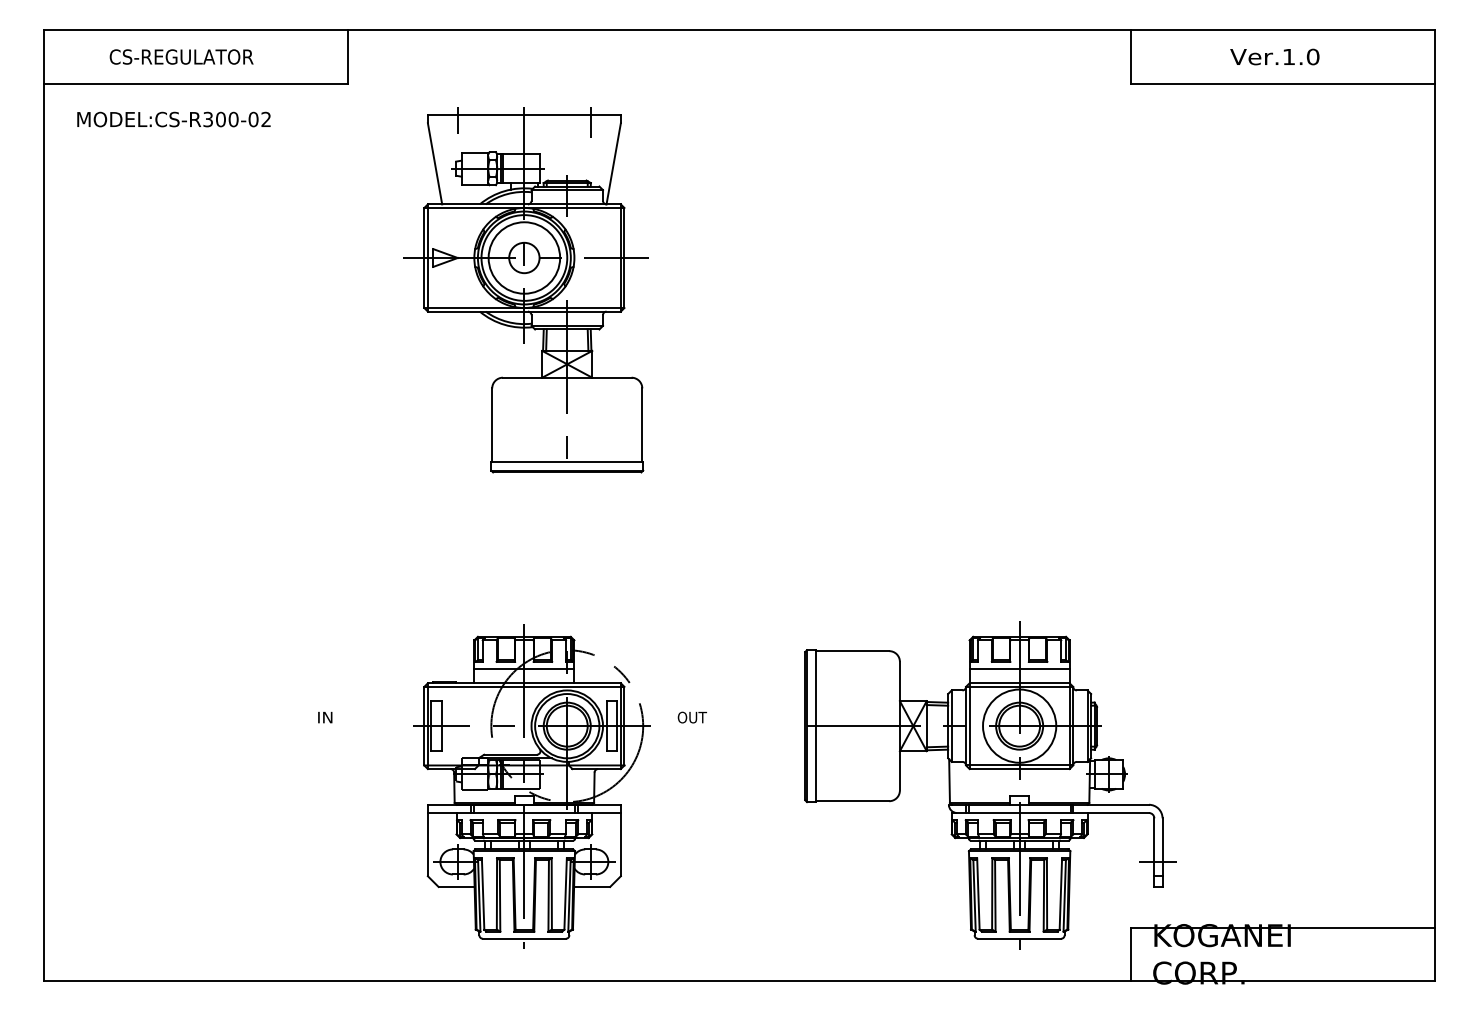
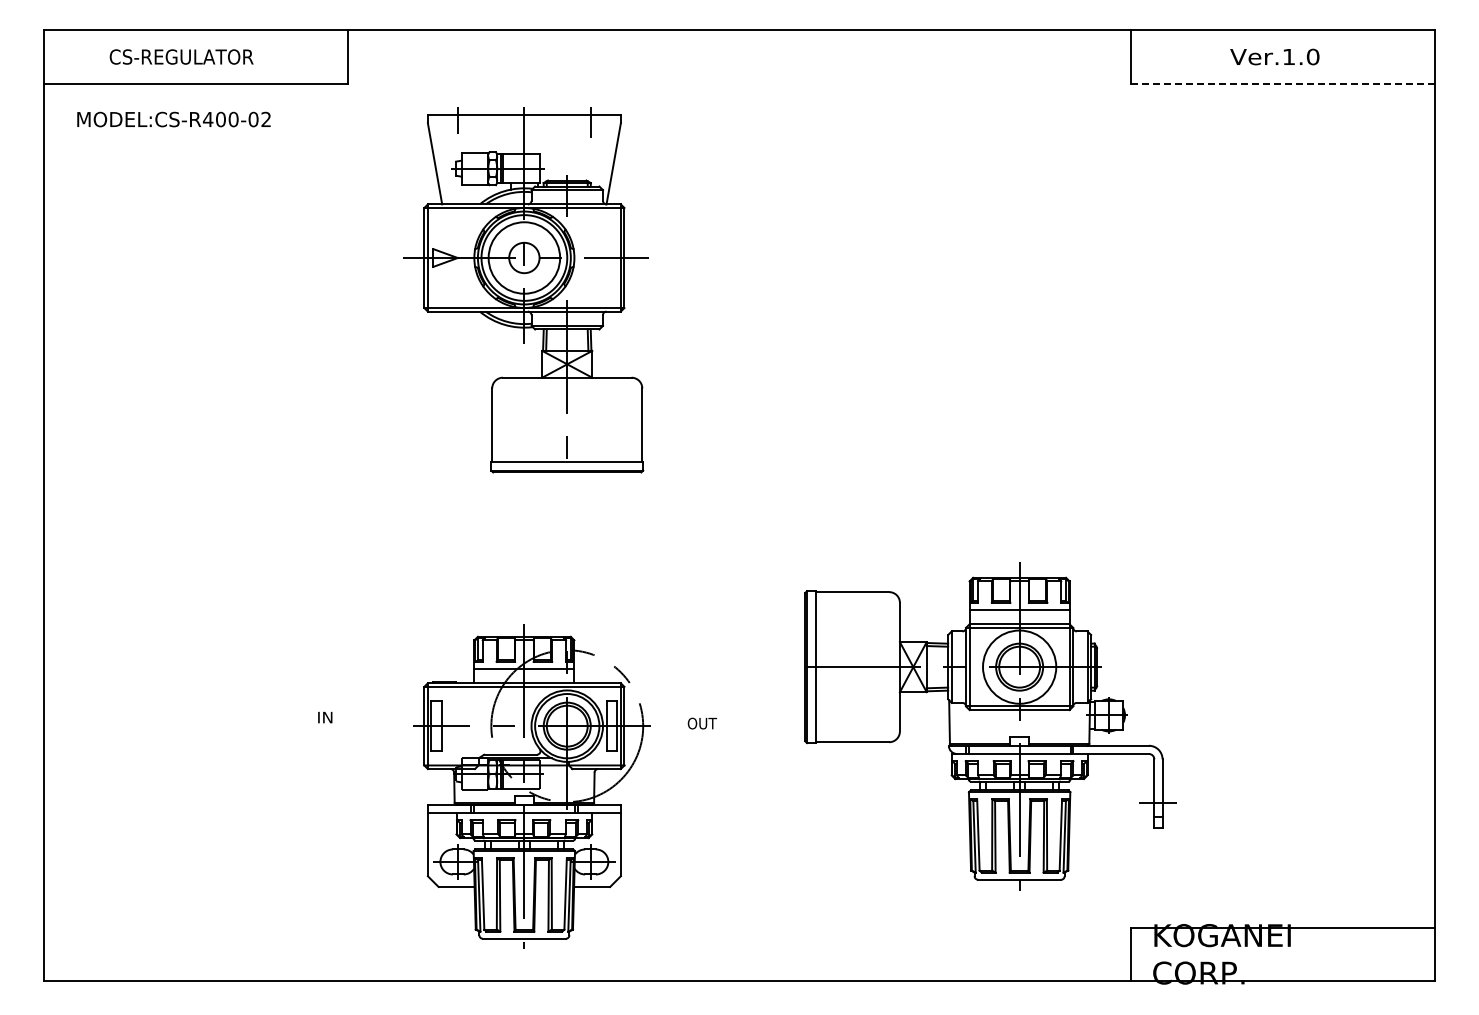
line at (1282, 83): solid -> dashed
text at (207, 119): MODEL:CS-R300-02 -> MODEL:CS-R400-02
text at (691, 717) position: (691, 717) -> (701, 723)
part at (990, 785) position: (990, 785) -> (990, 726)
